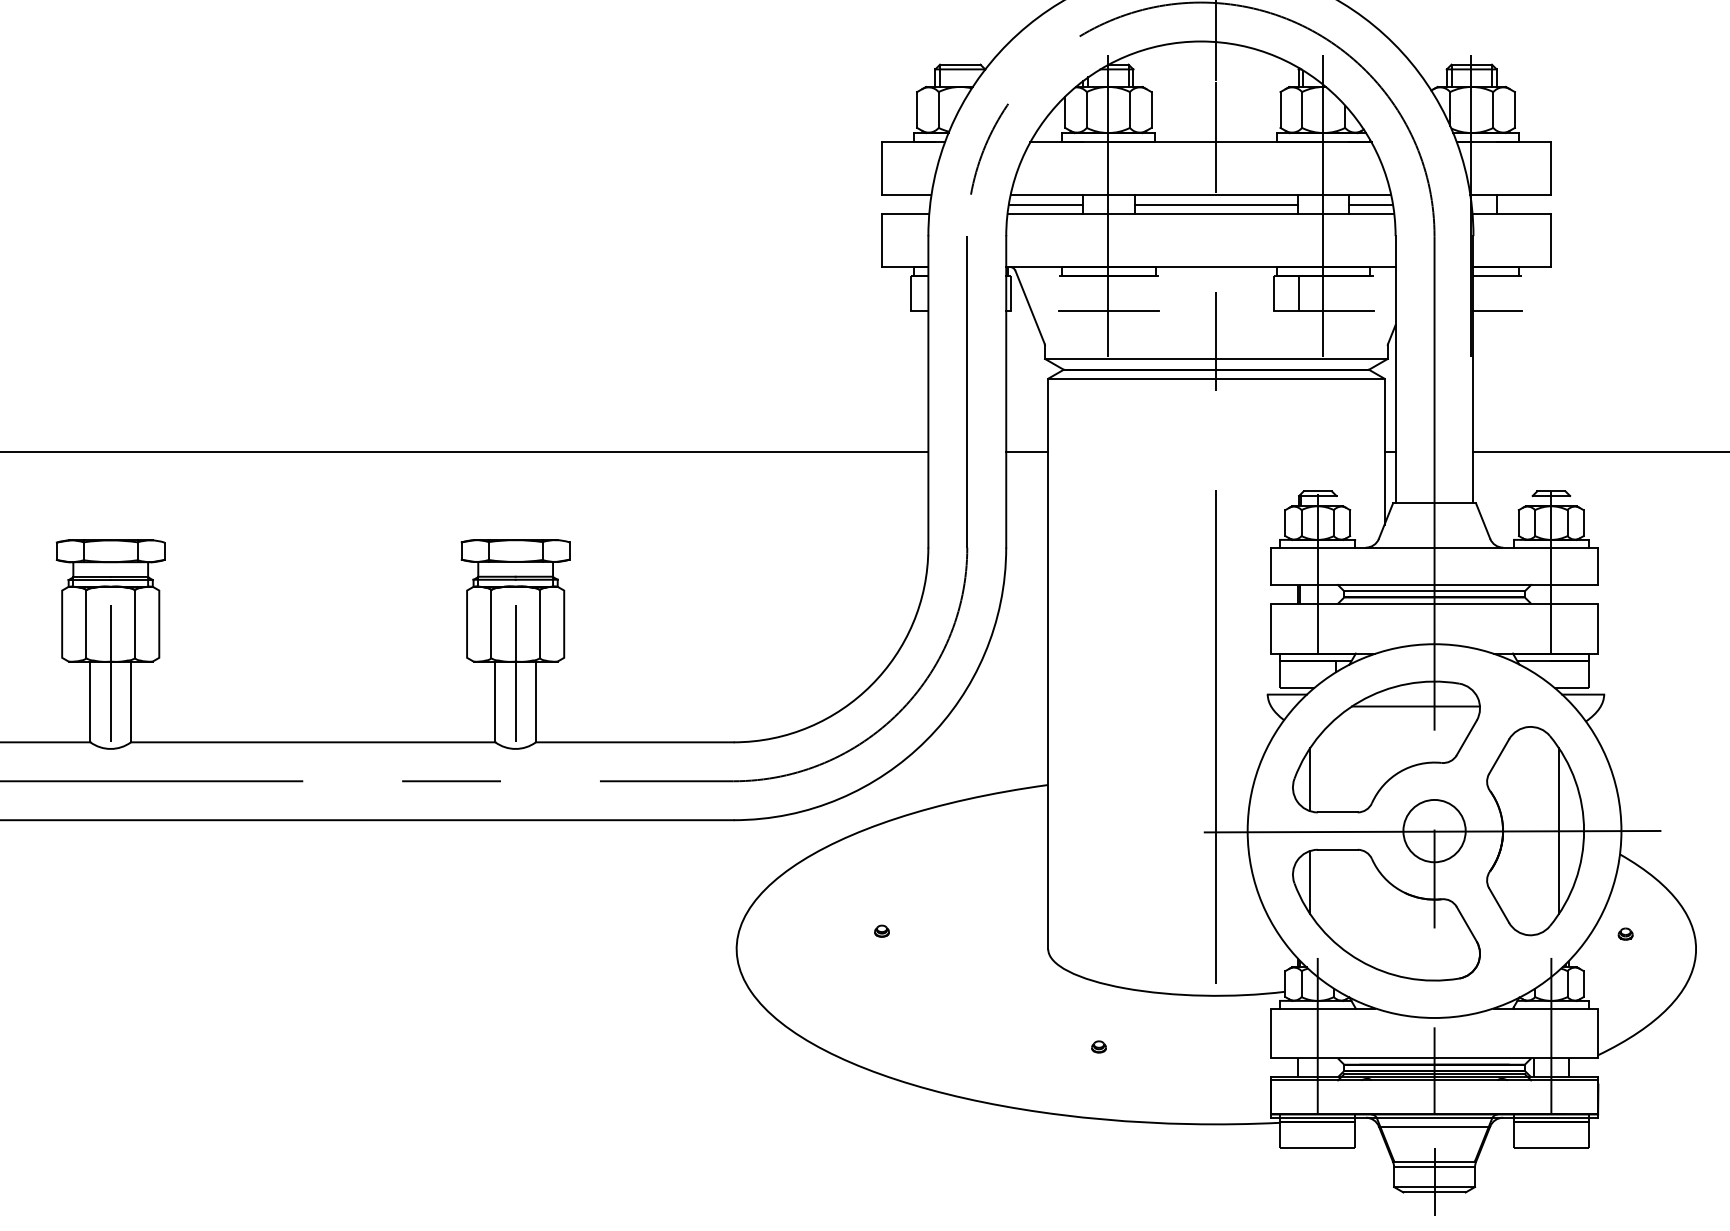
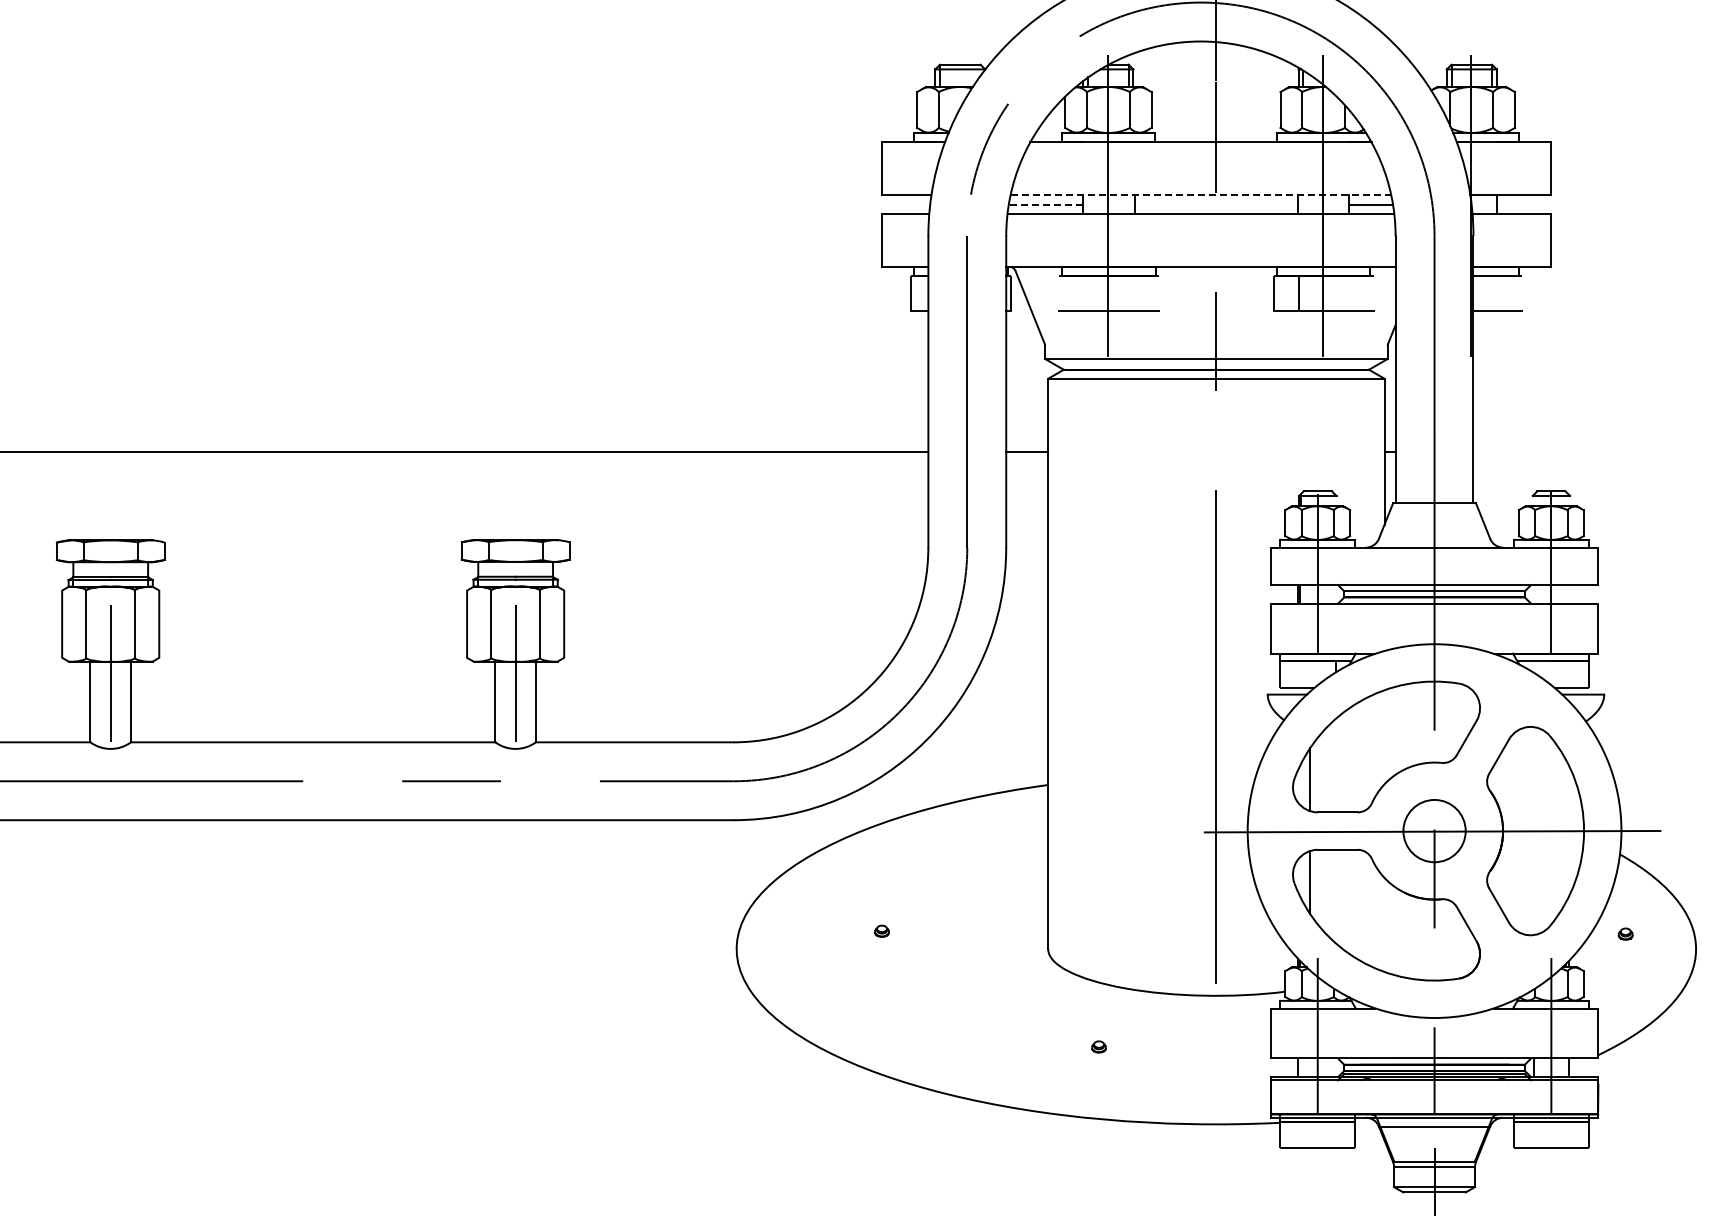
line at (1201, 195): solid -> dashed
line at (1045, 204): solid -> dashed
line at (1216, 204): present -> none
line at (1599, 451): present -> none
line at (1415, 706): present -> none
line at (1559, 830): present -> none
